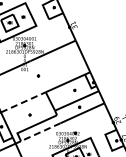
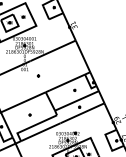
line at (23, 102): dashed -> solid
line at (40, 132): dashed -> solid
